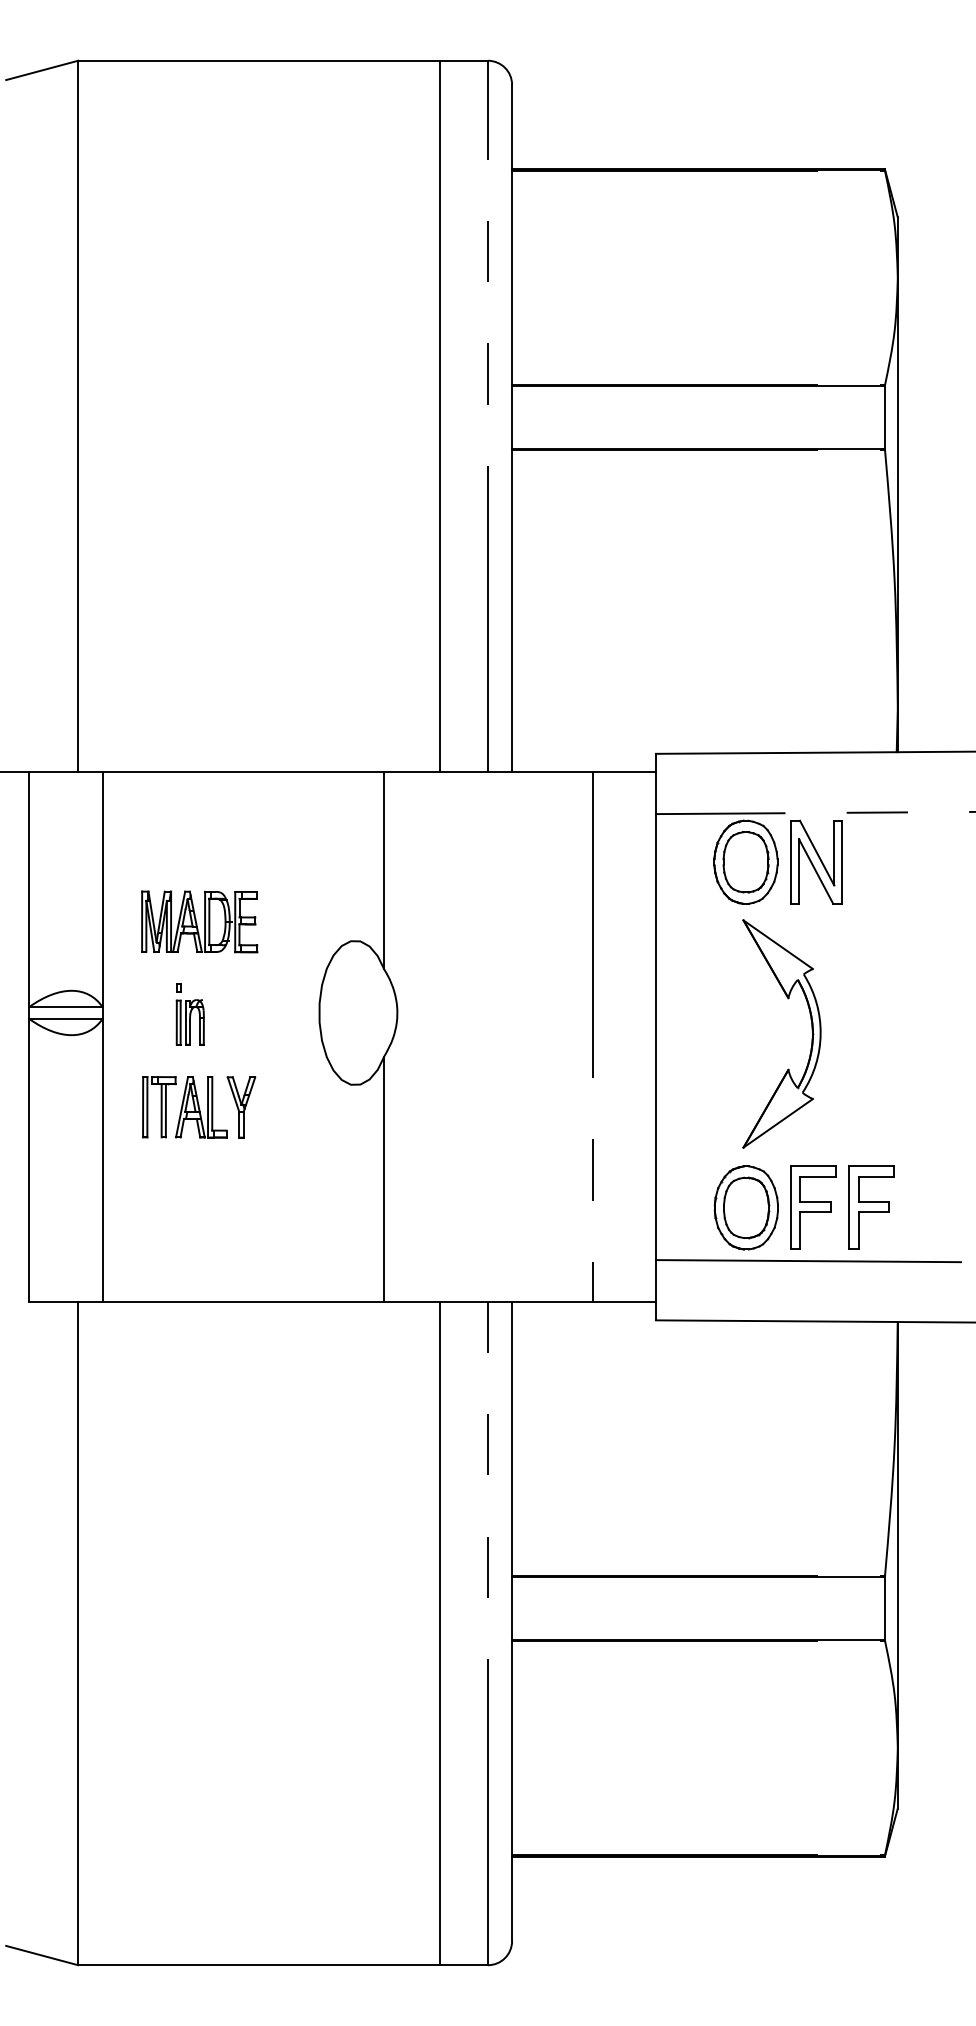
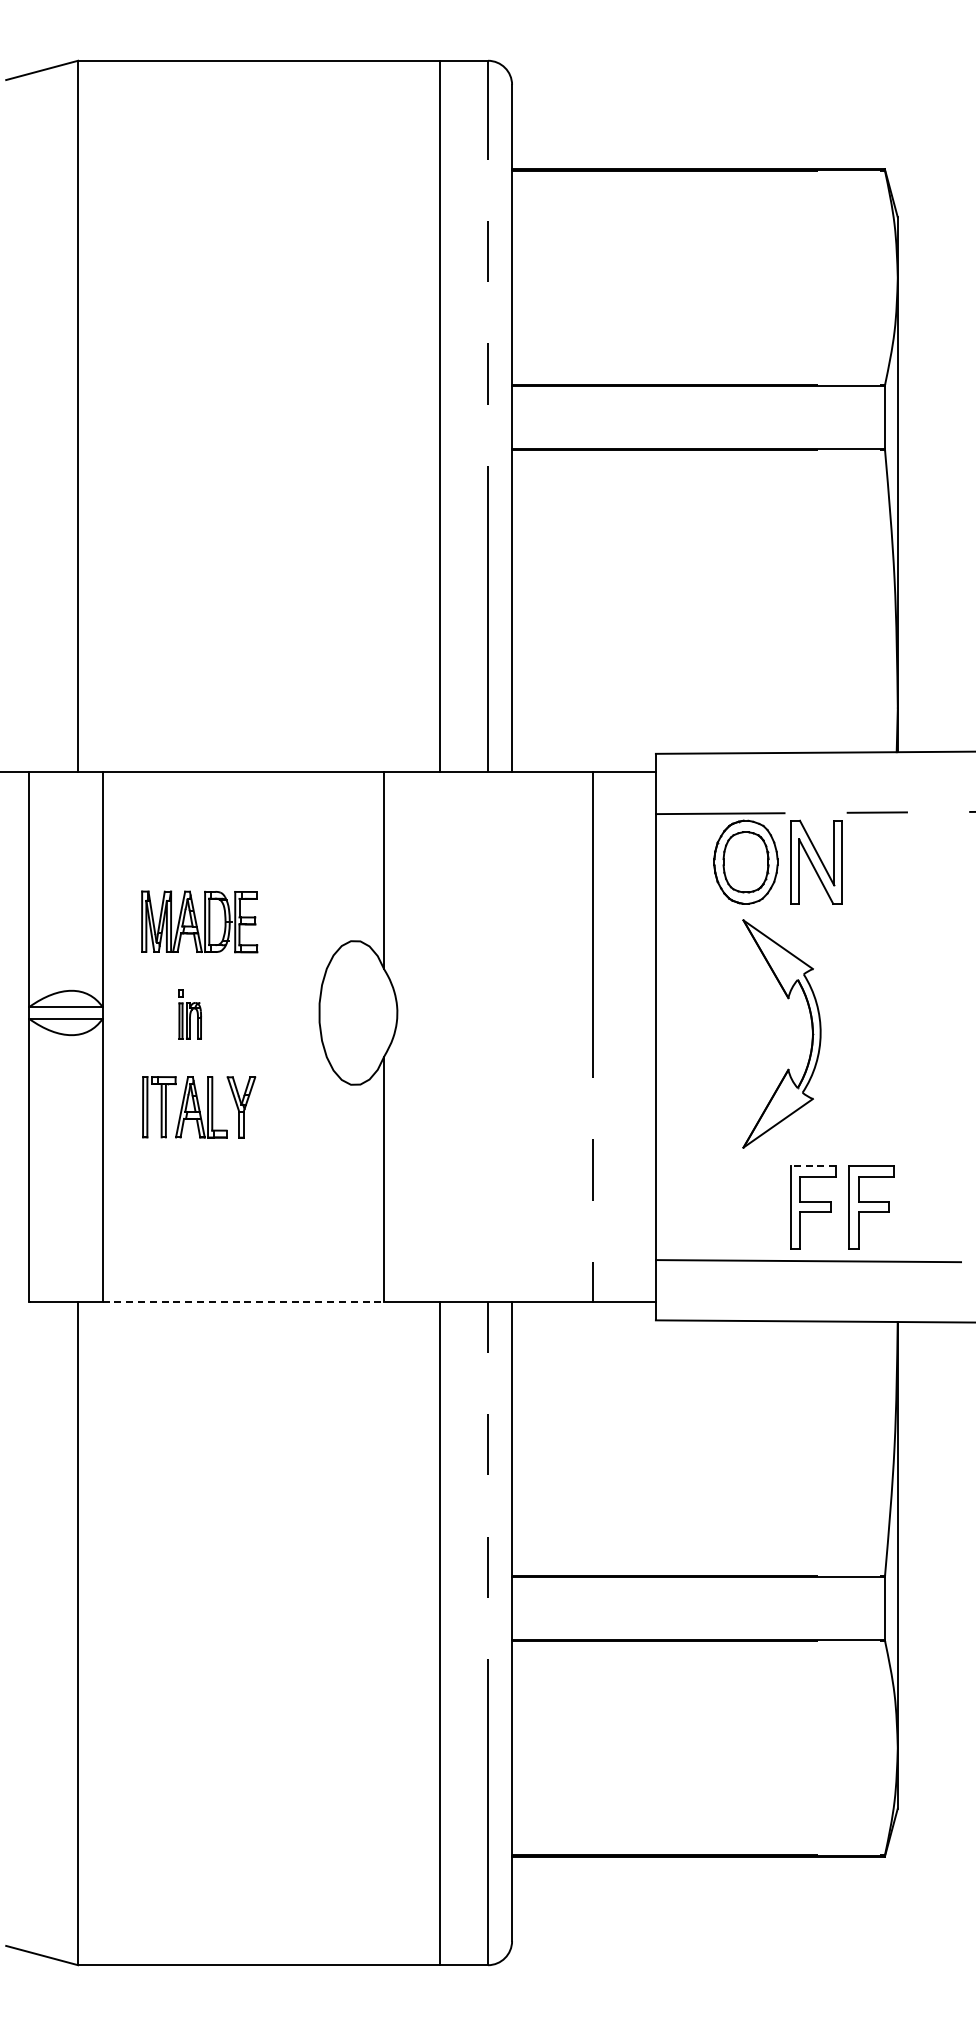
part at (189, 1014) size: 30x63 px -> 24x51 px
line at (813, 1166): solid -> dashed
part at (745, 1207): present -> none
line at (243, 1302): solid -> dashed
